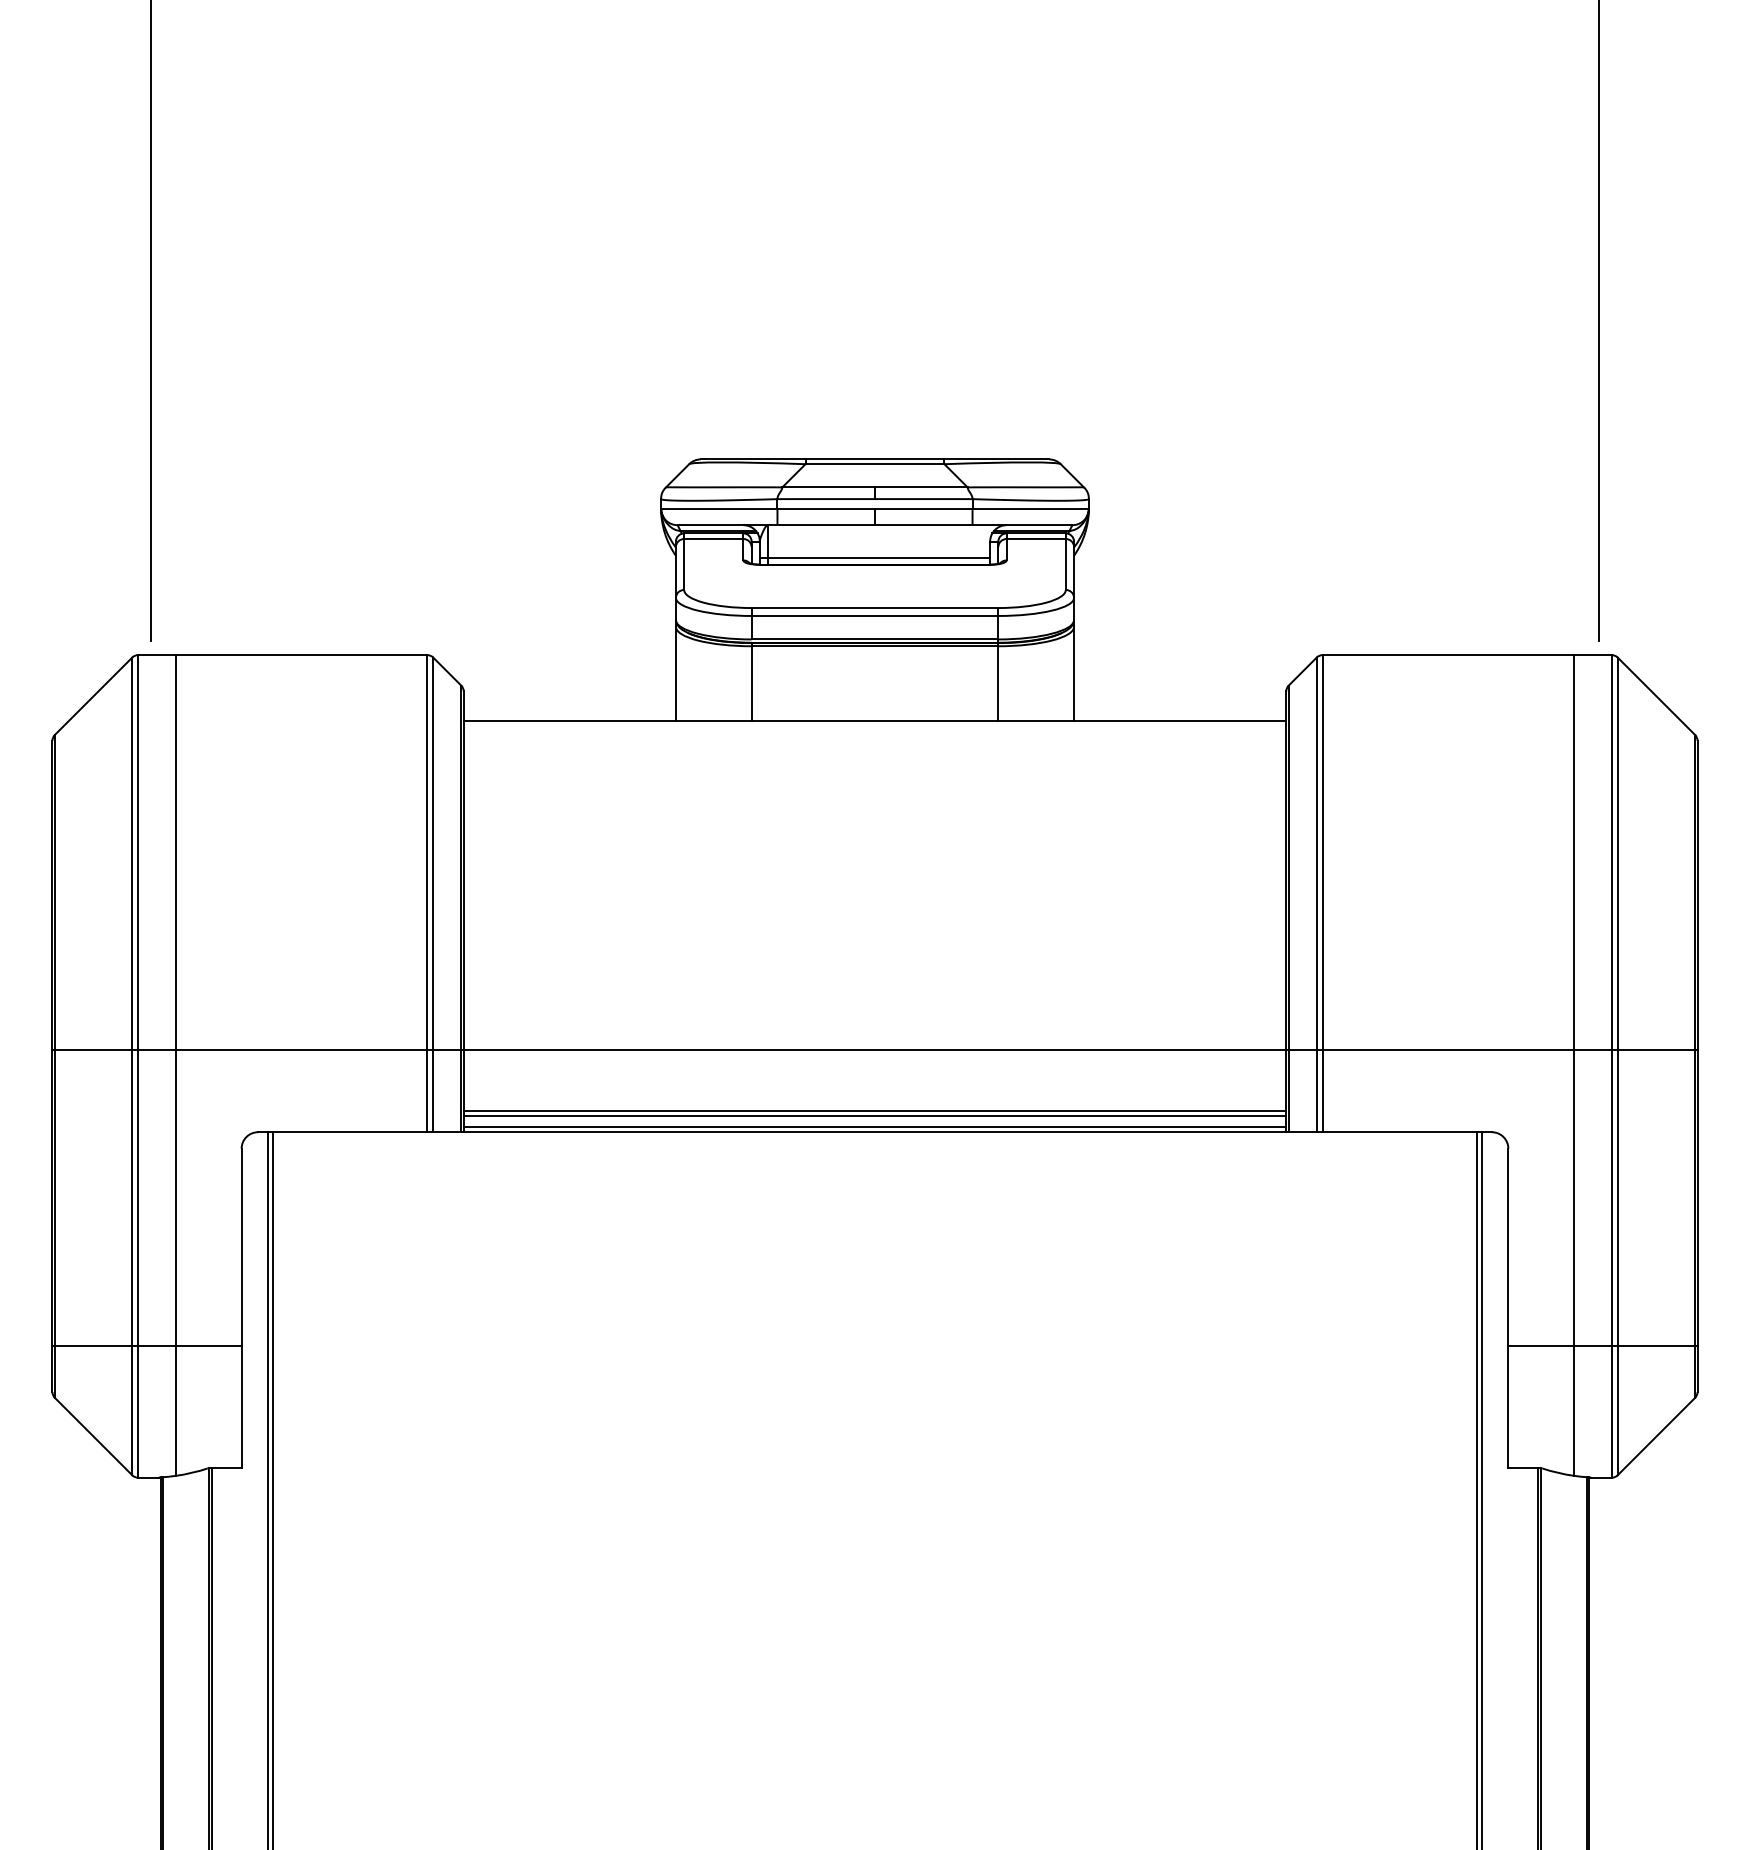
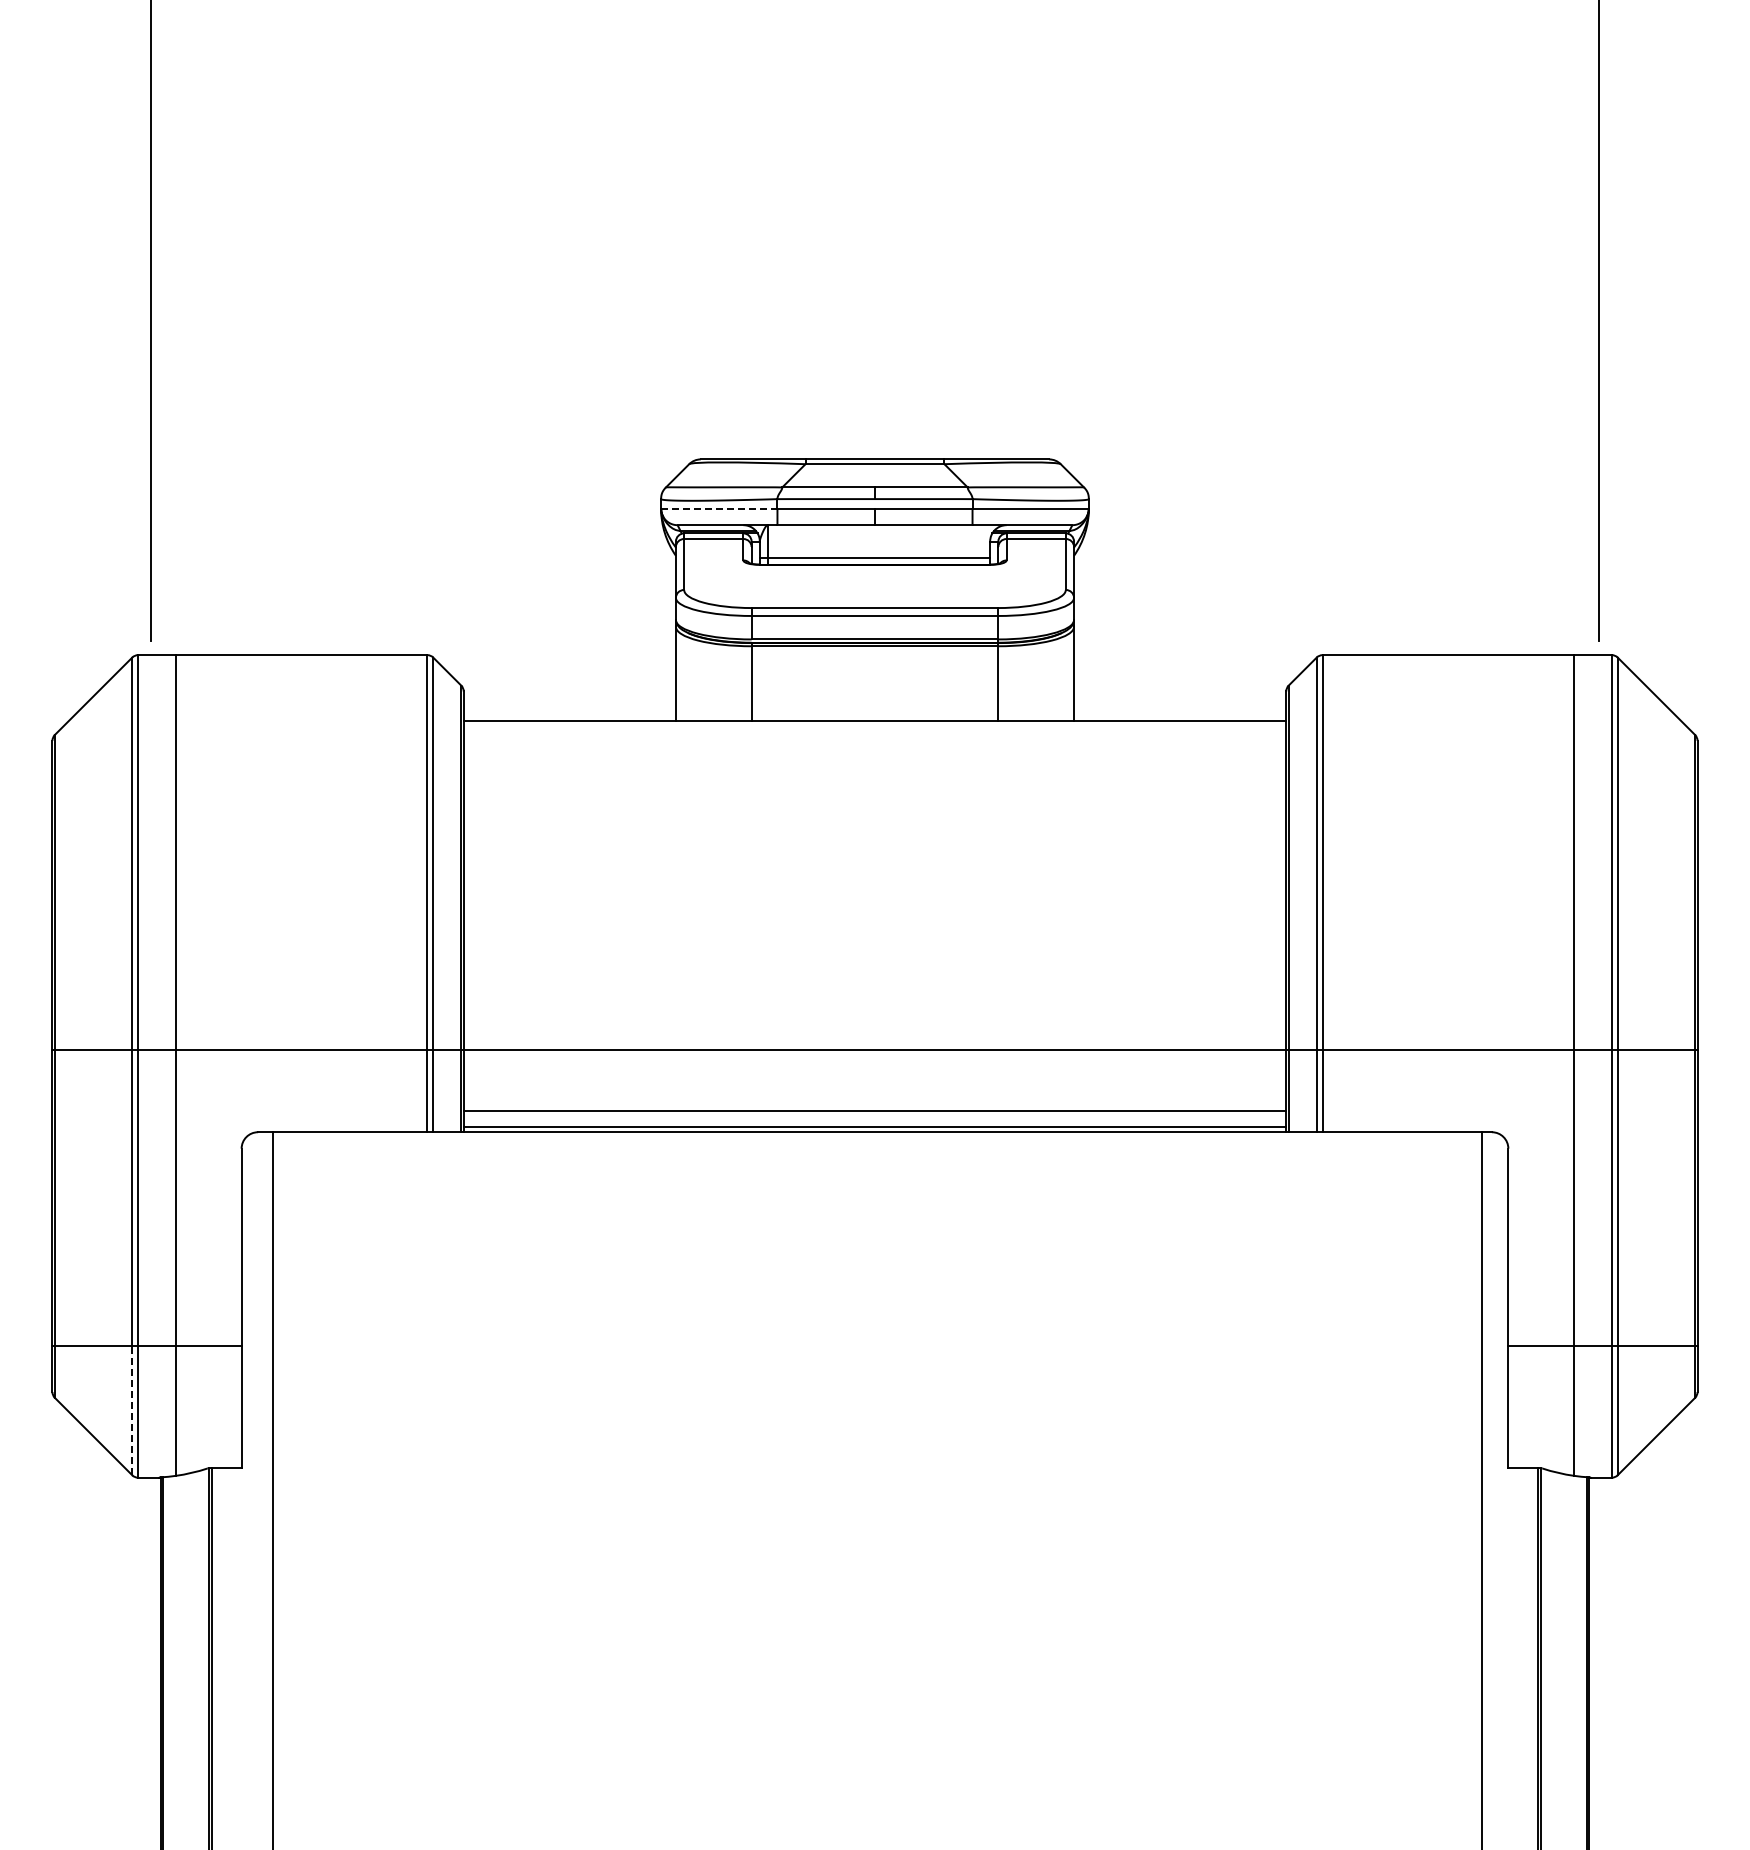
line at (719, 508): solid -> dashed
line at (874, 1115): present -> none
line at (132, 1410): solid -> dashed
line at (267, 1489): present -> none
line at (1477, 1489): present -> none
